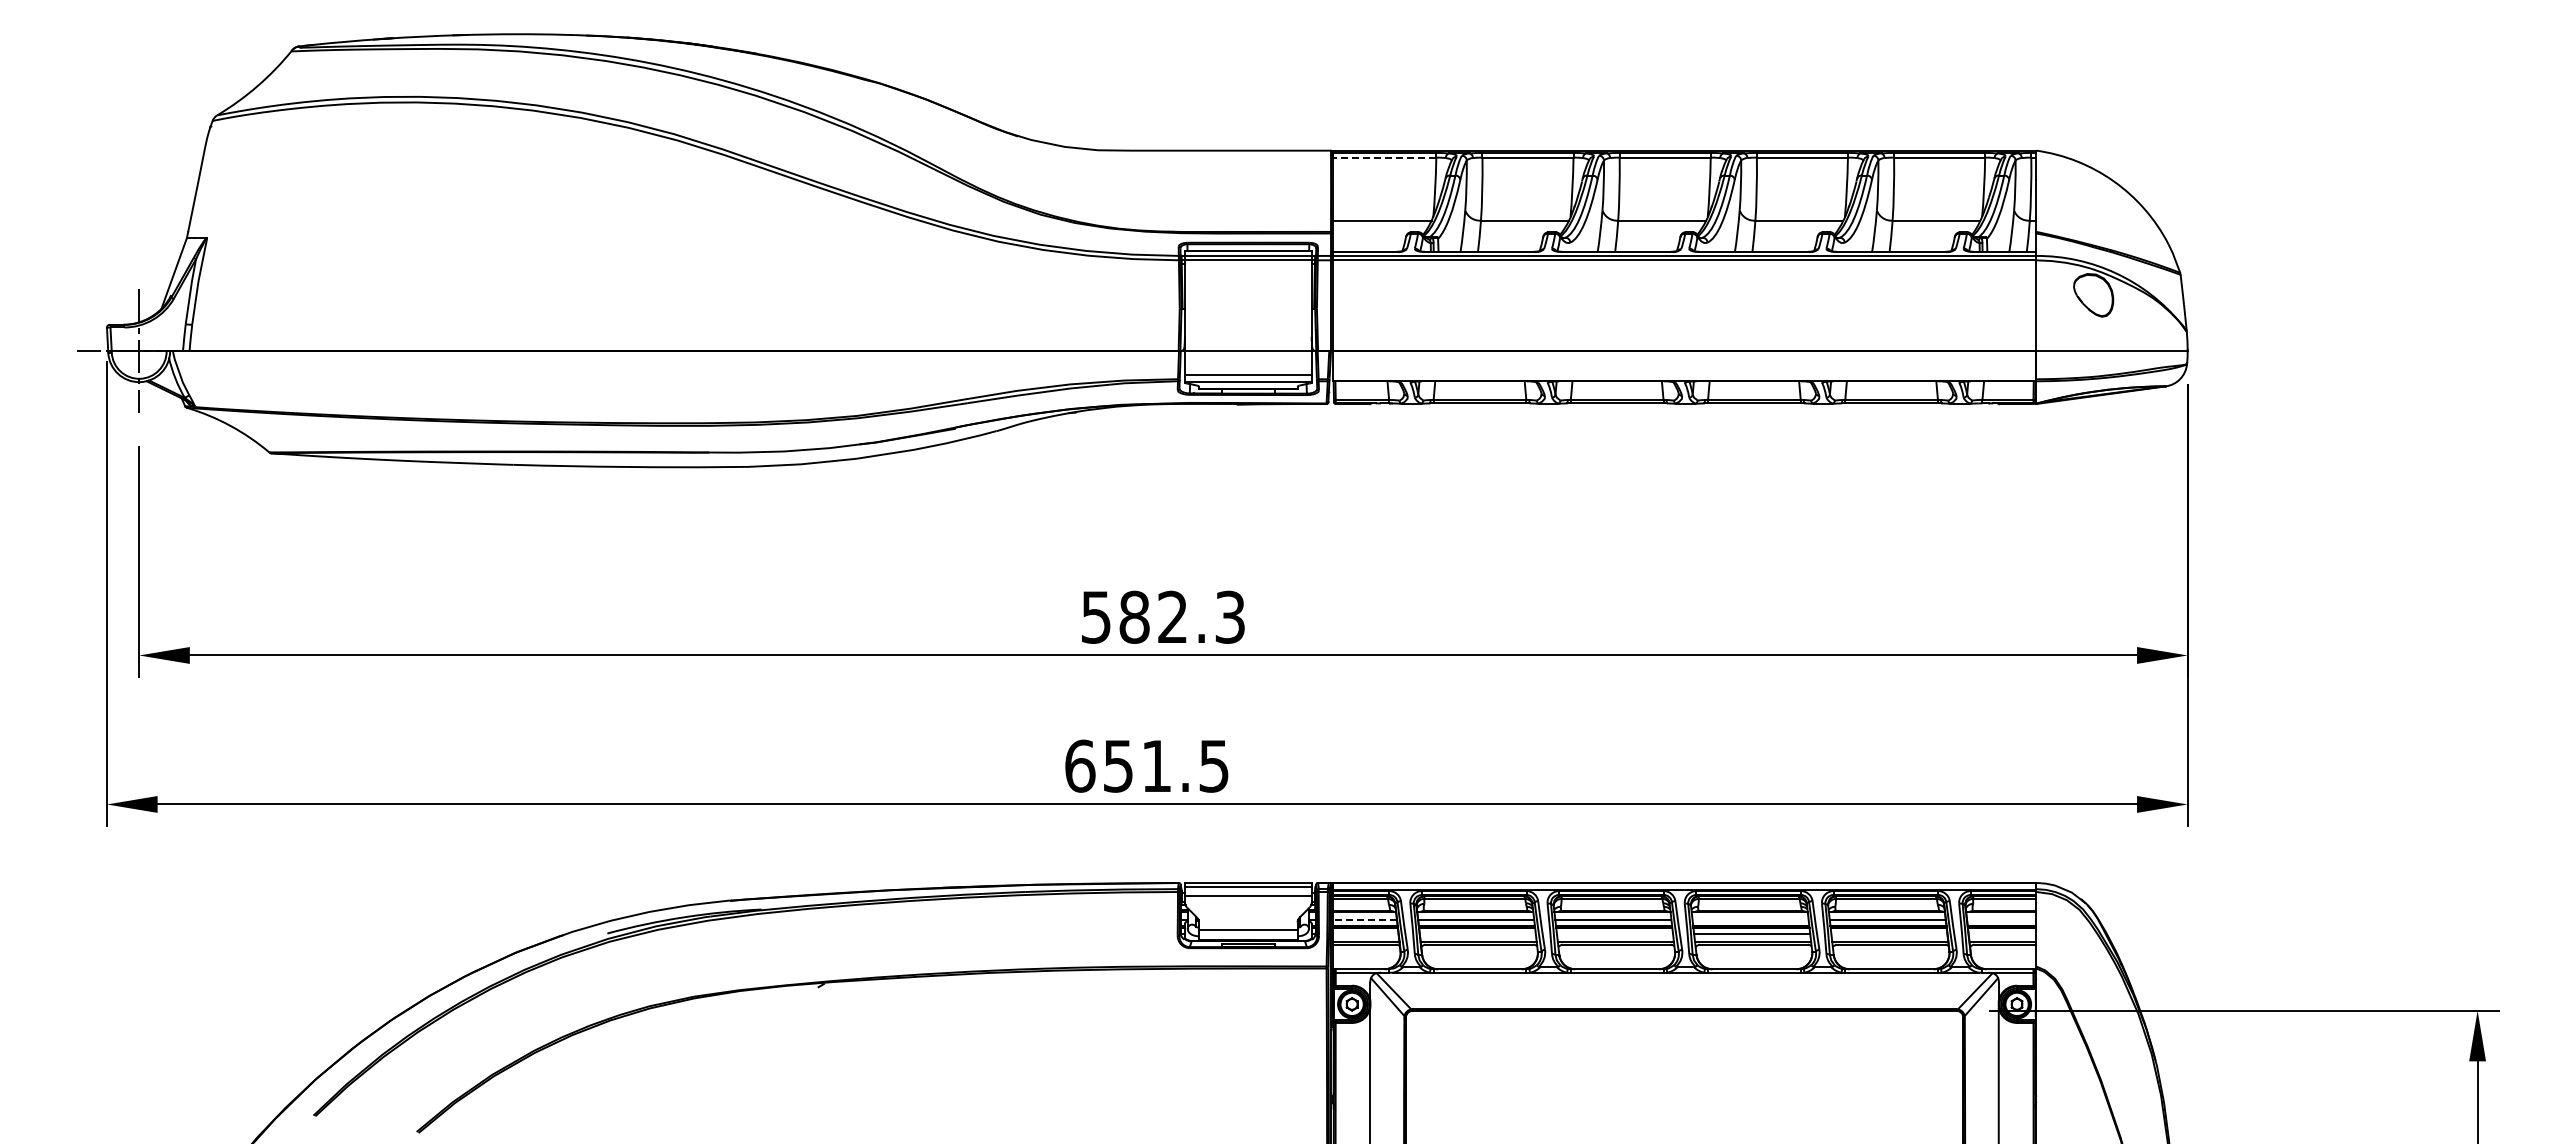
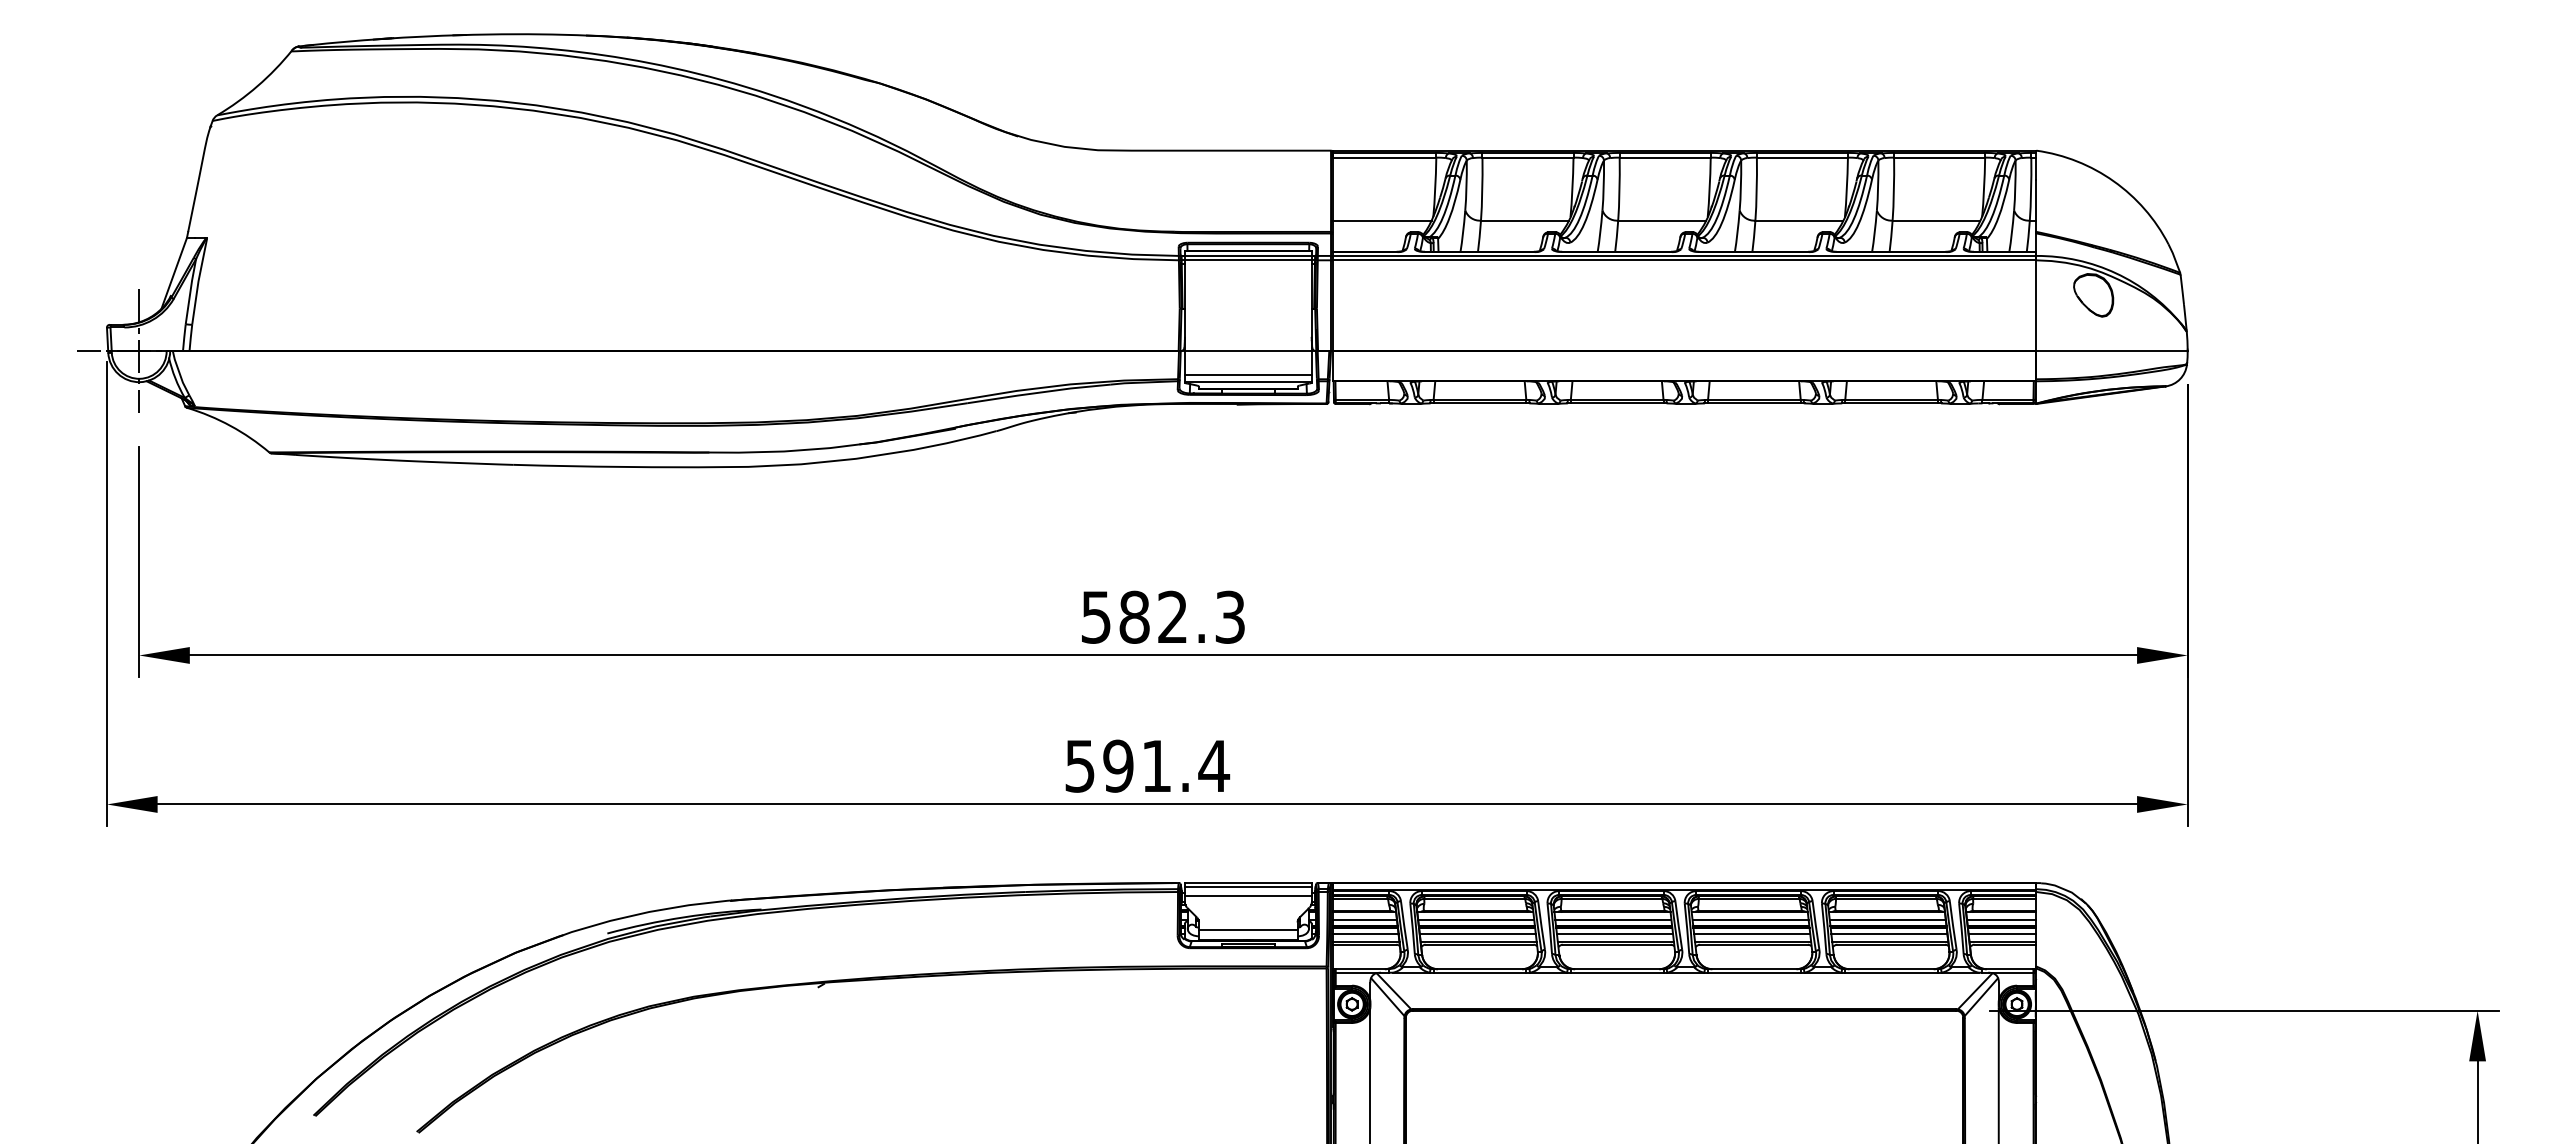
line at (1384, 157): dashed -> solid
text at (1147, 765): 651.5 -> 591.4
line at (1364, 919): dashed -> solid
line at (1750, 919): none -> present
line at (2001, 919): none -> present
line at (1365, 934): none -> present
line at (1477, 934): none -> present
line at (1614, 934): none -> present
line at (1889, 934): none -> present
line at (2002, 934): none -> present
